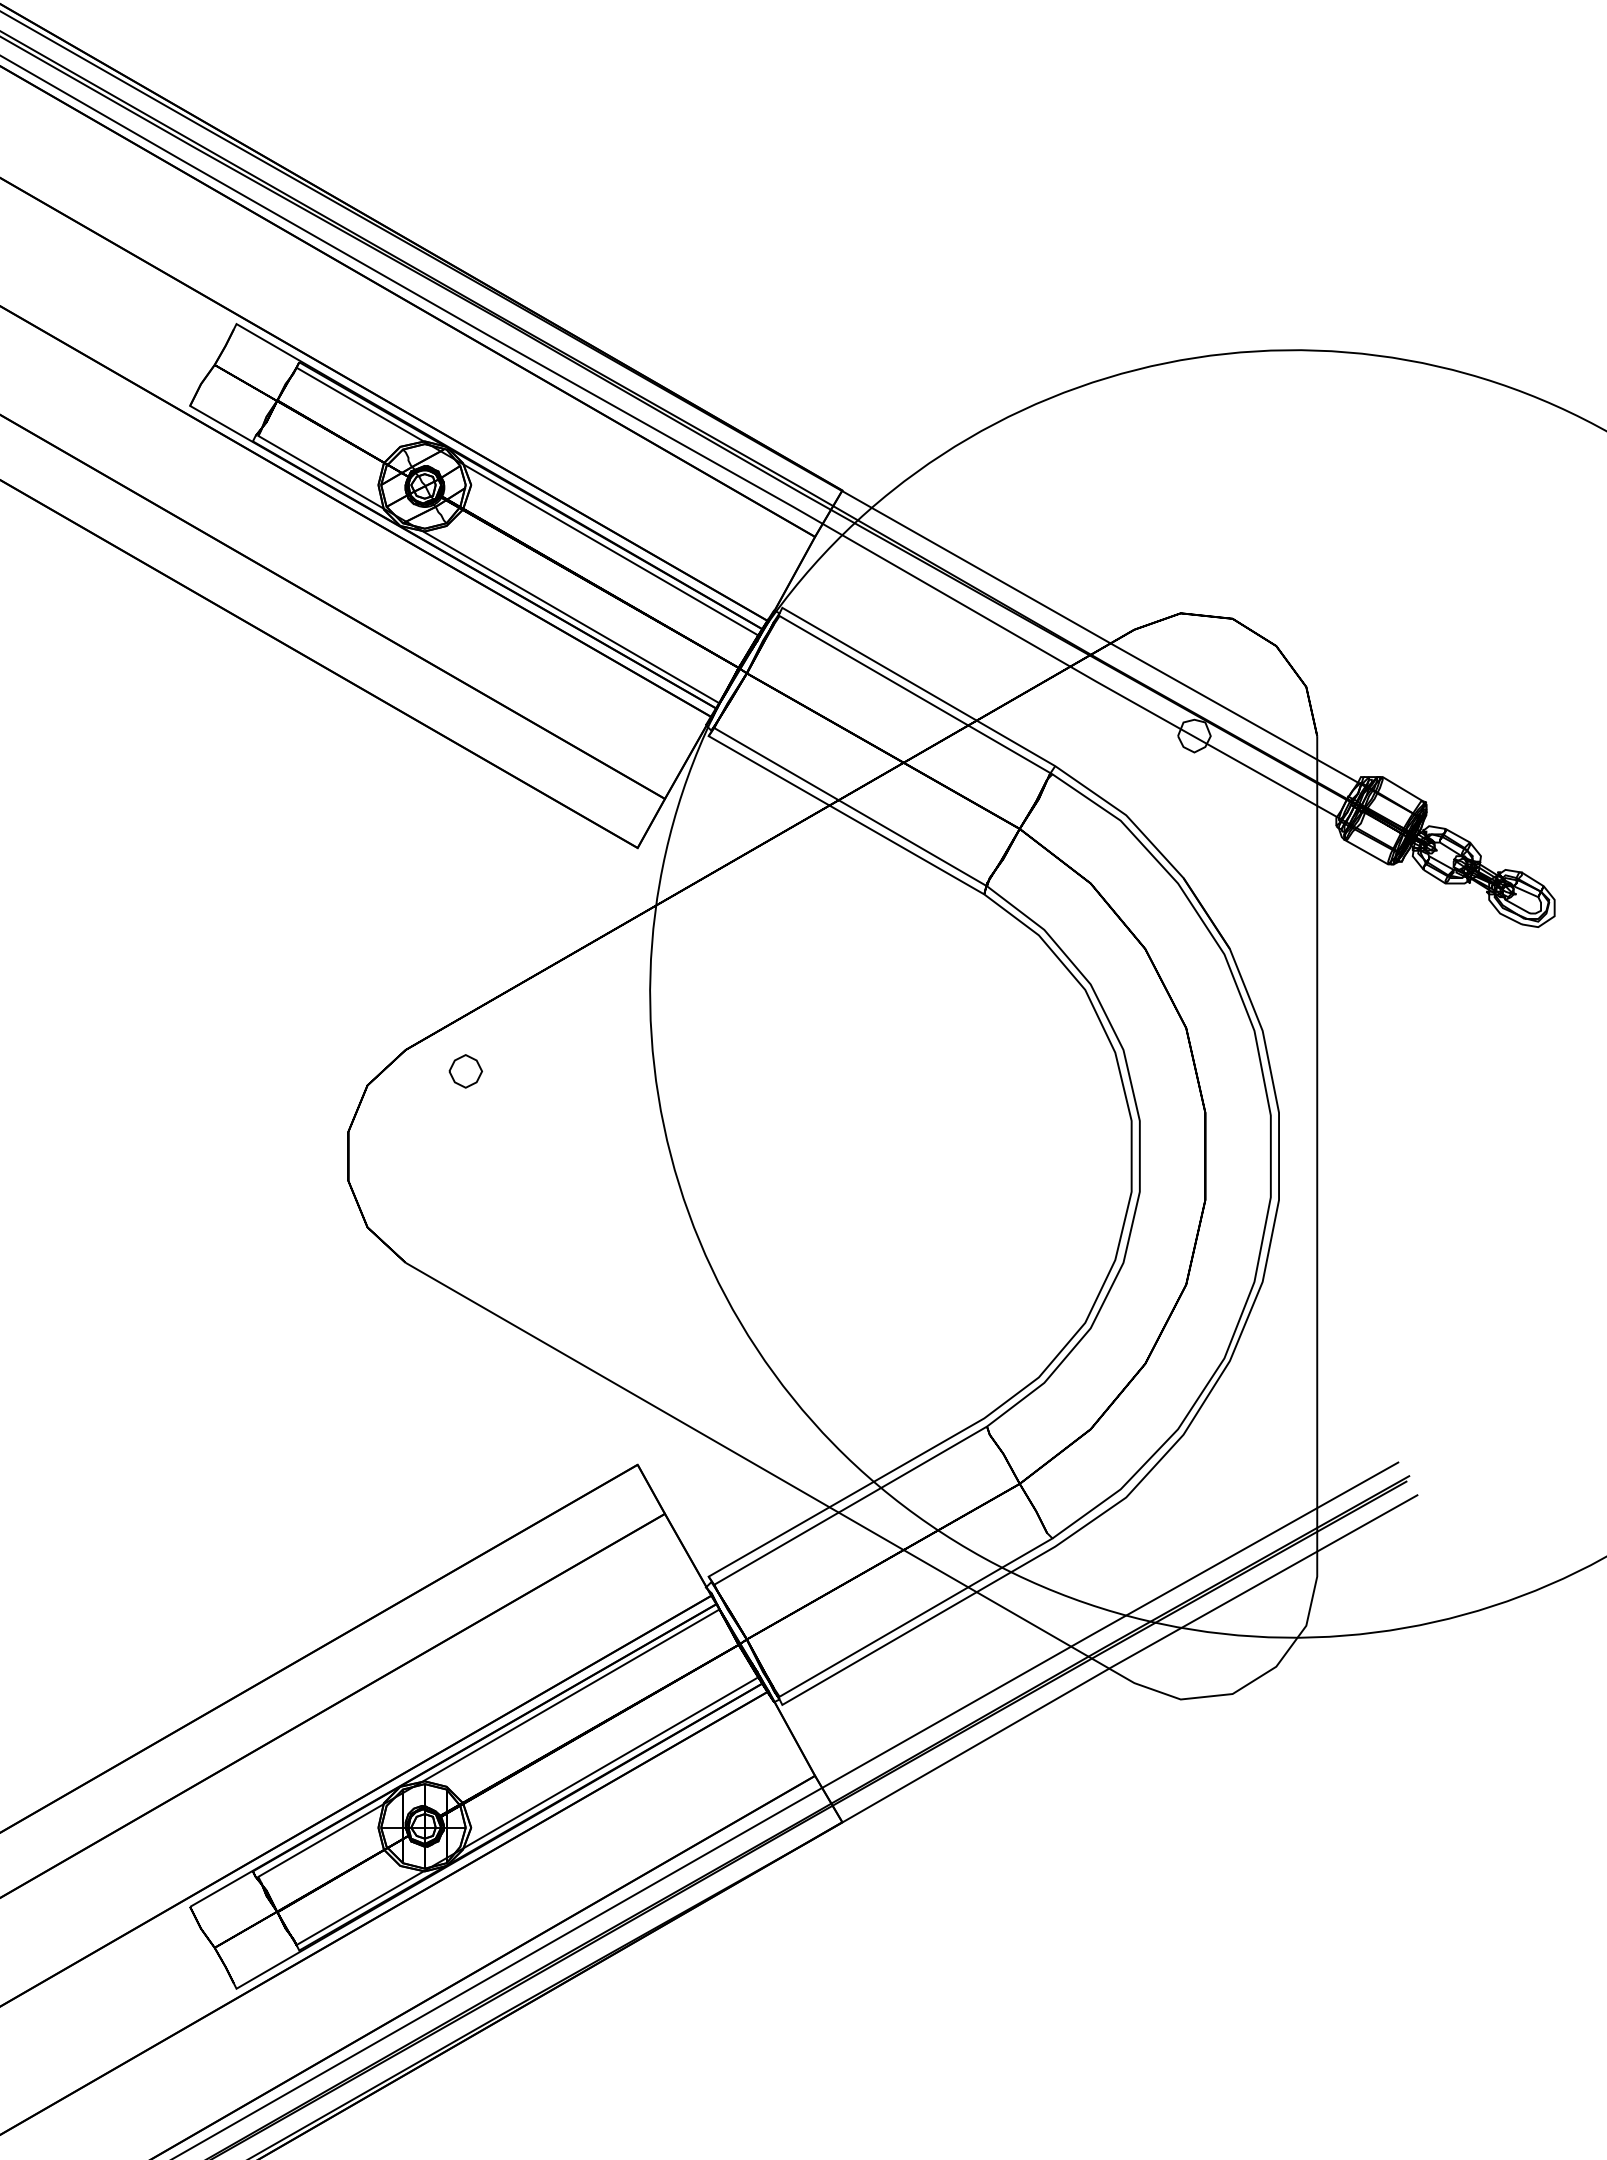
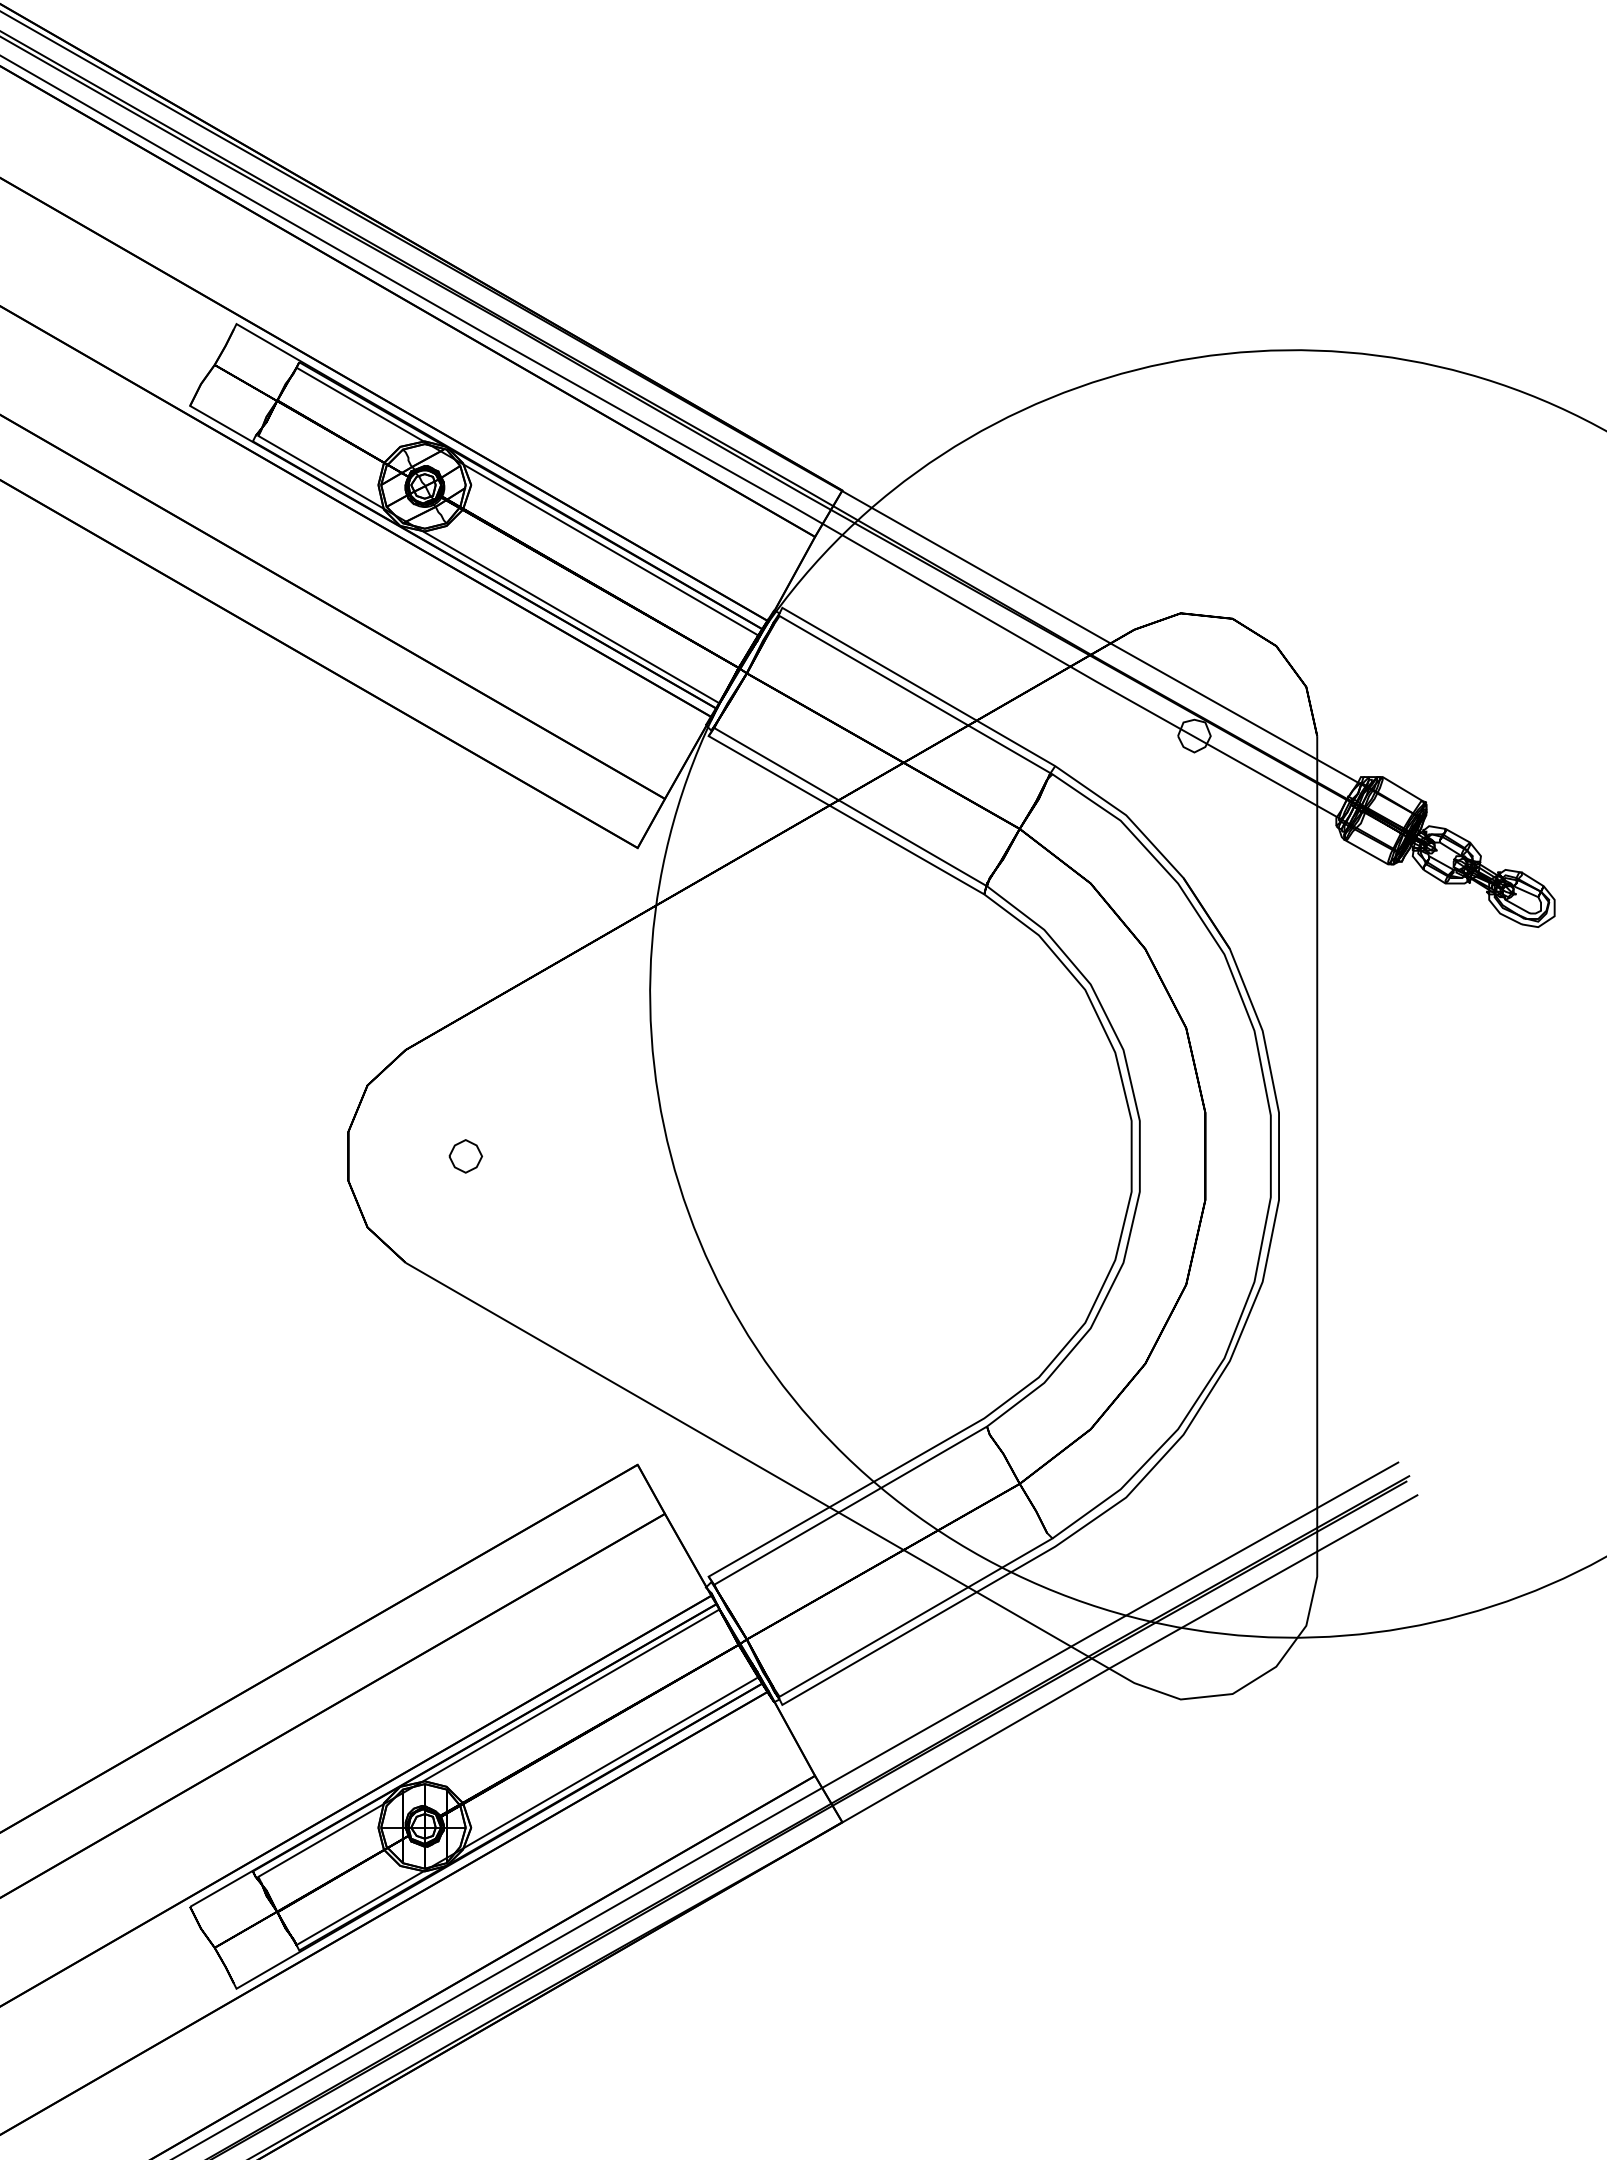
part at (465, 1071) position: (465, 1071) -> (465, 1156)
